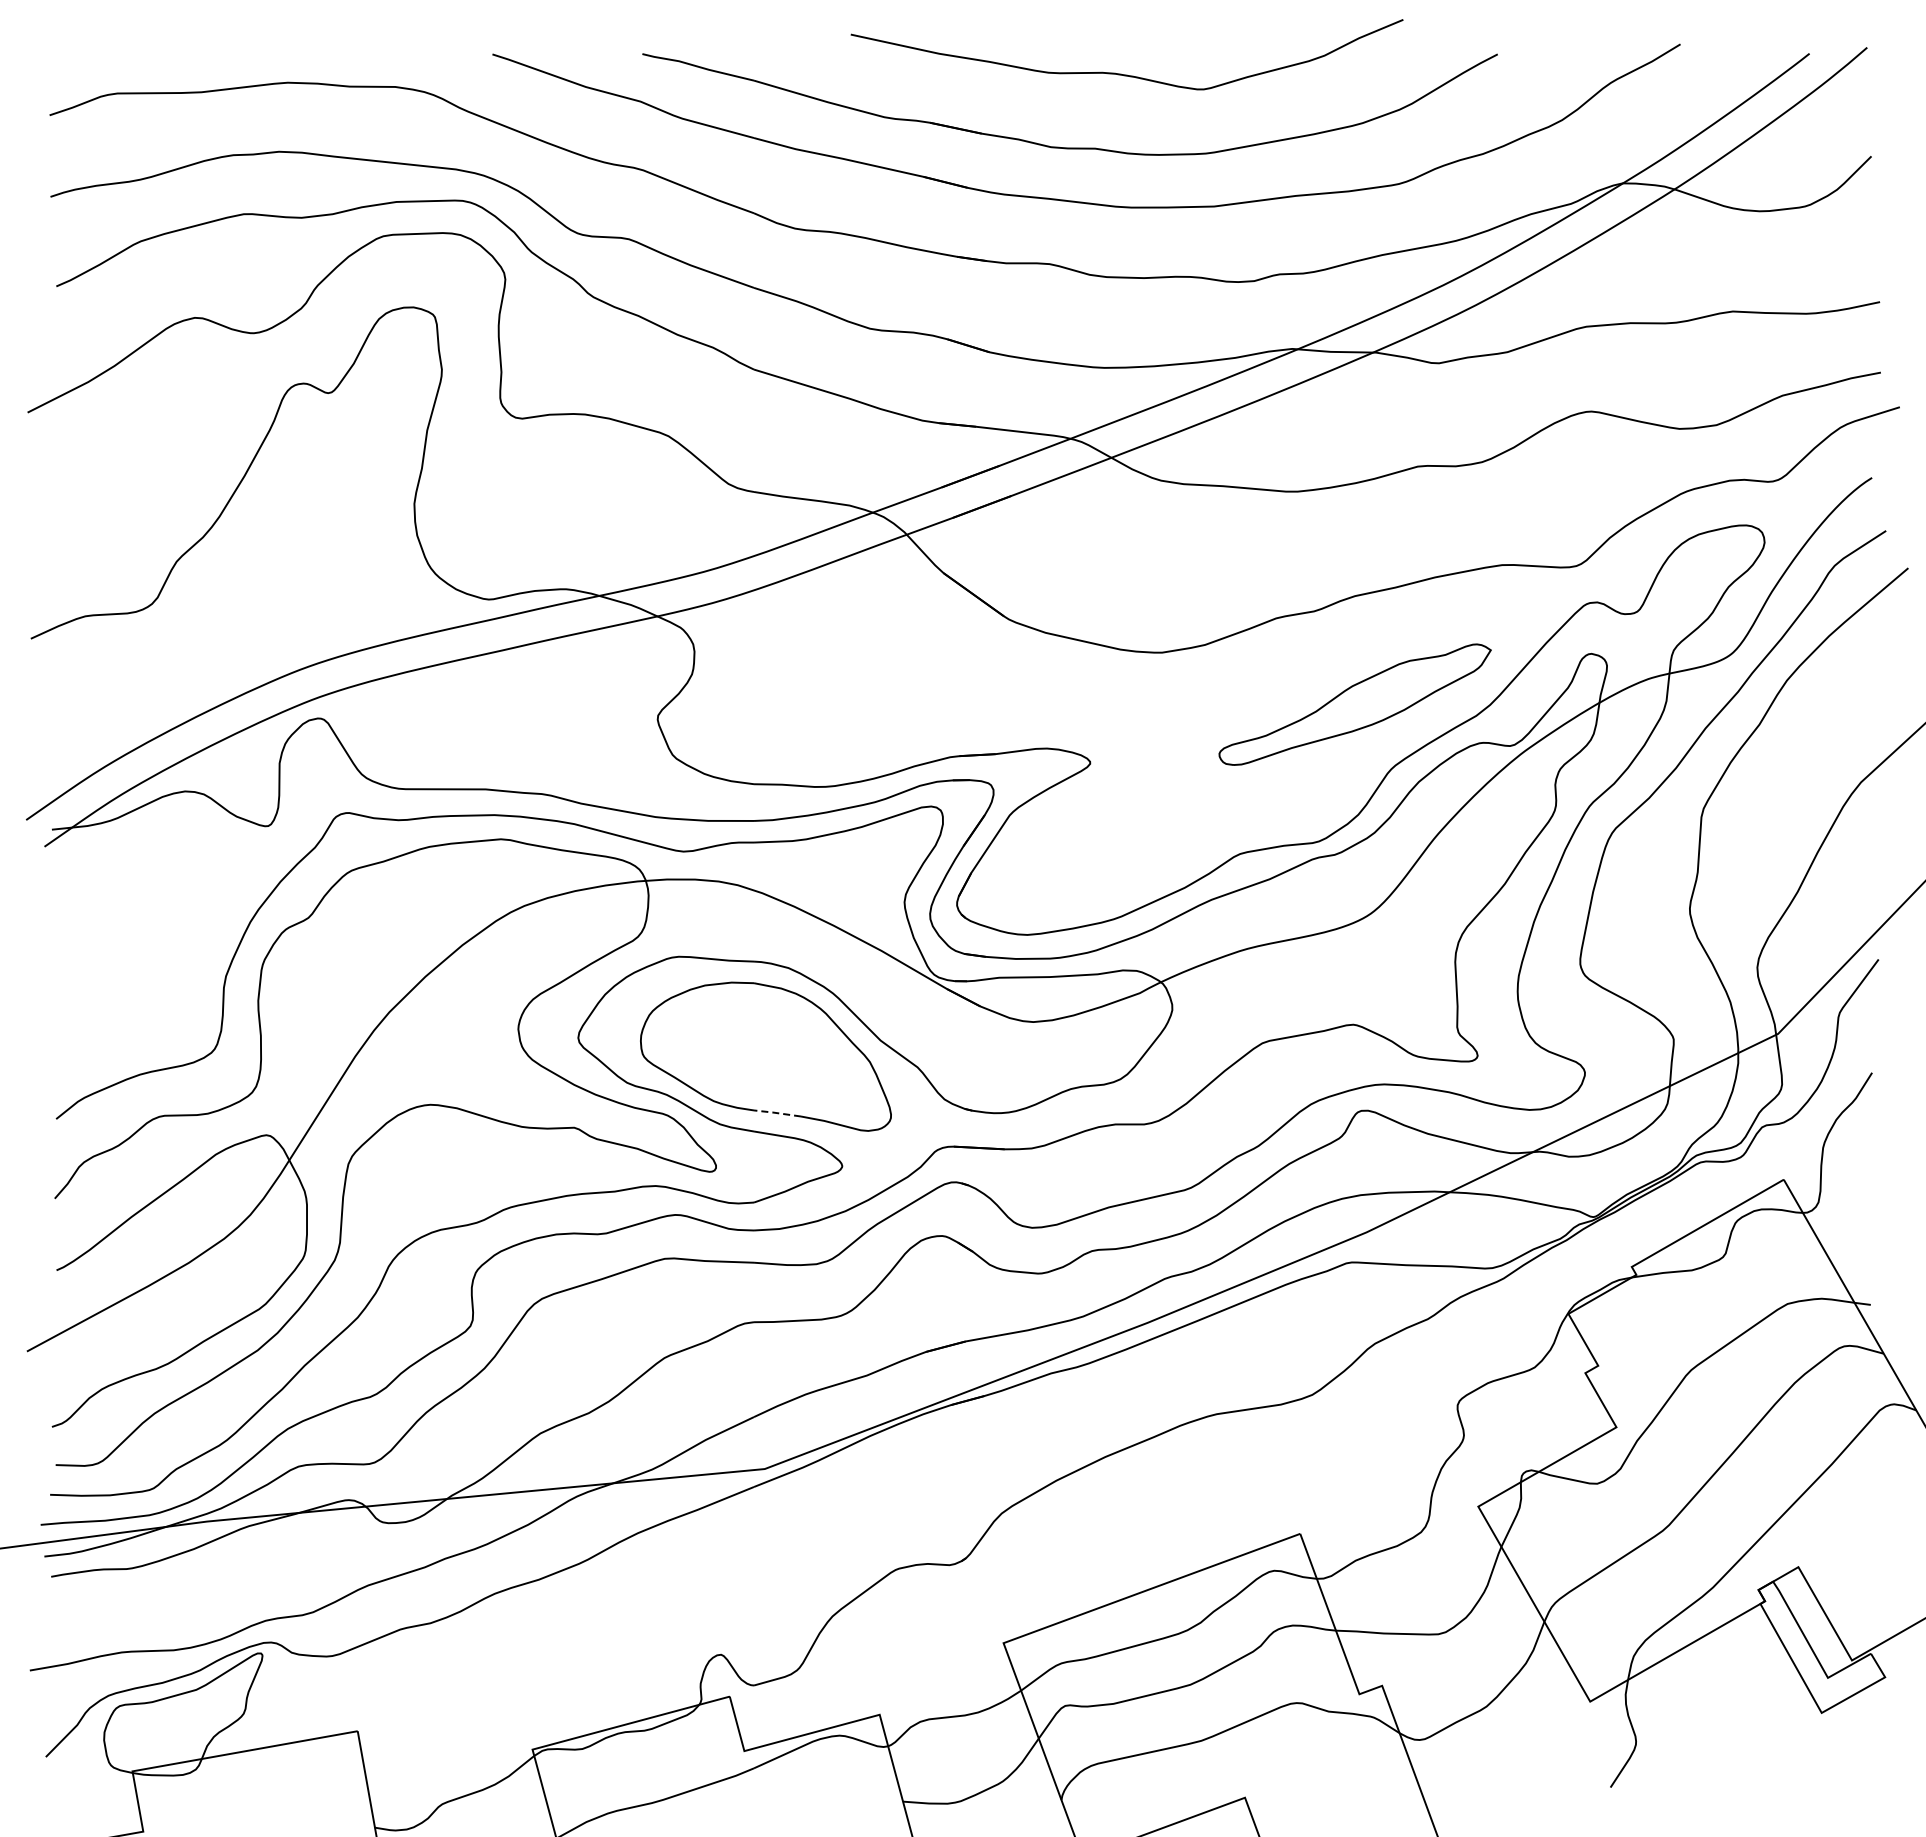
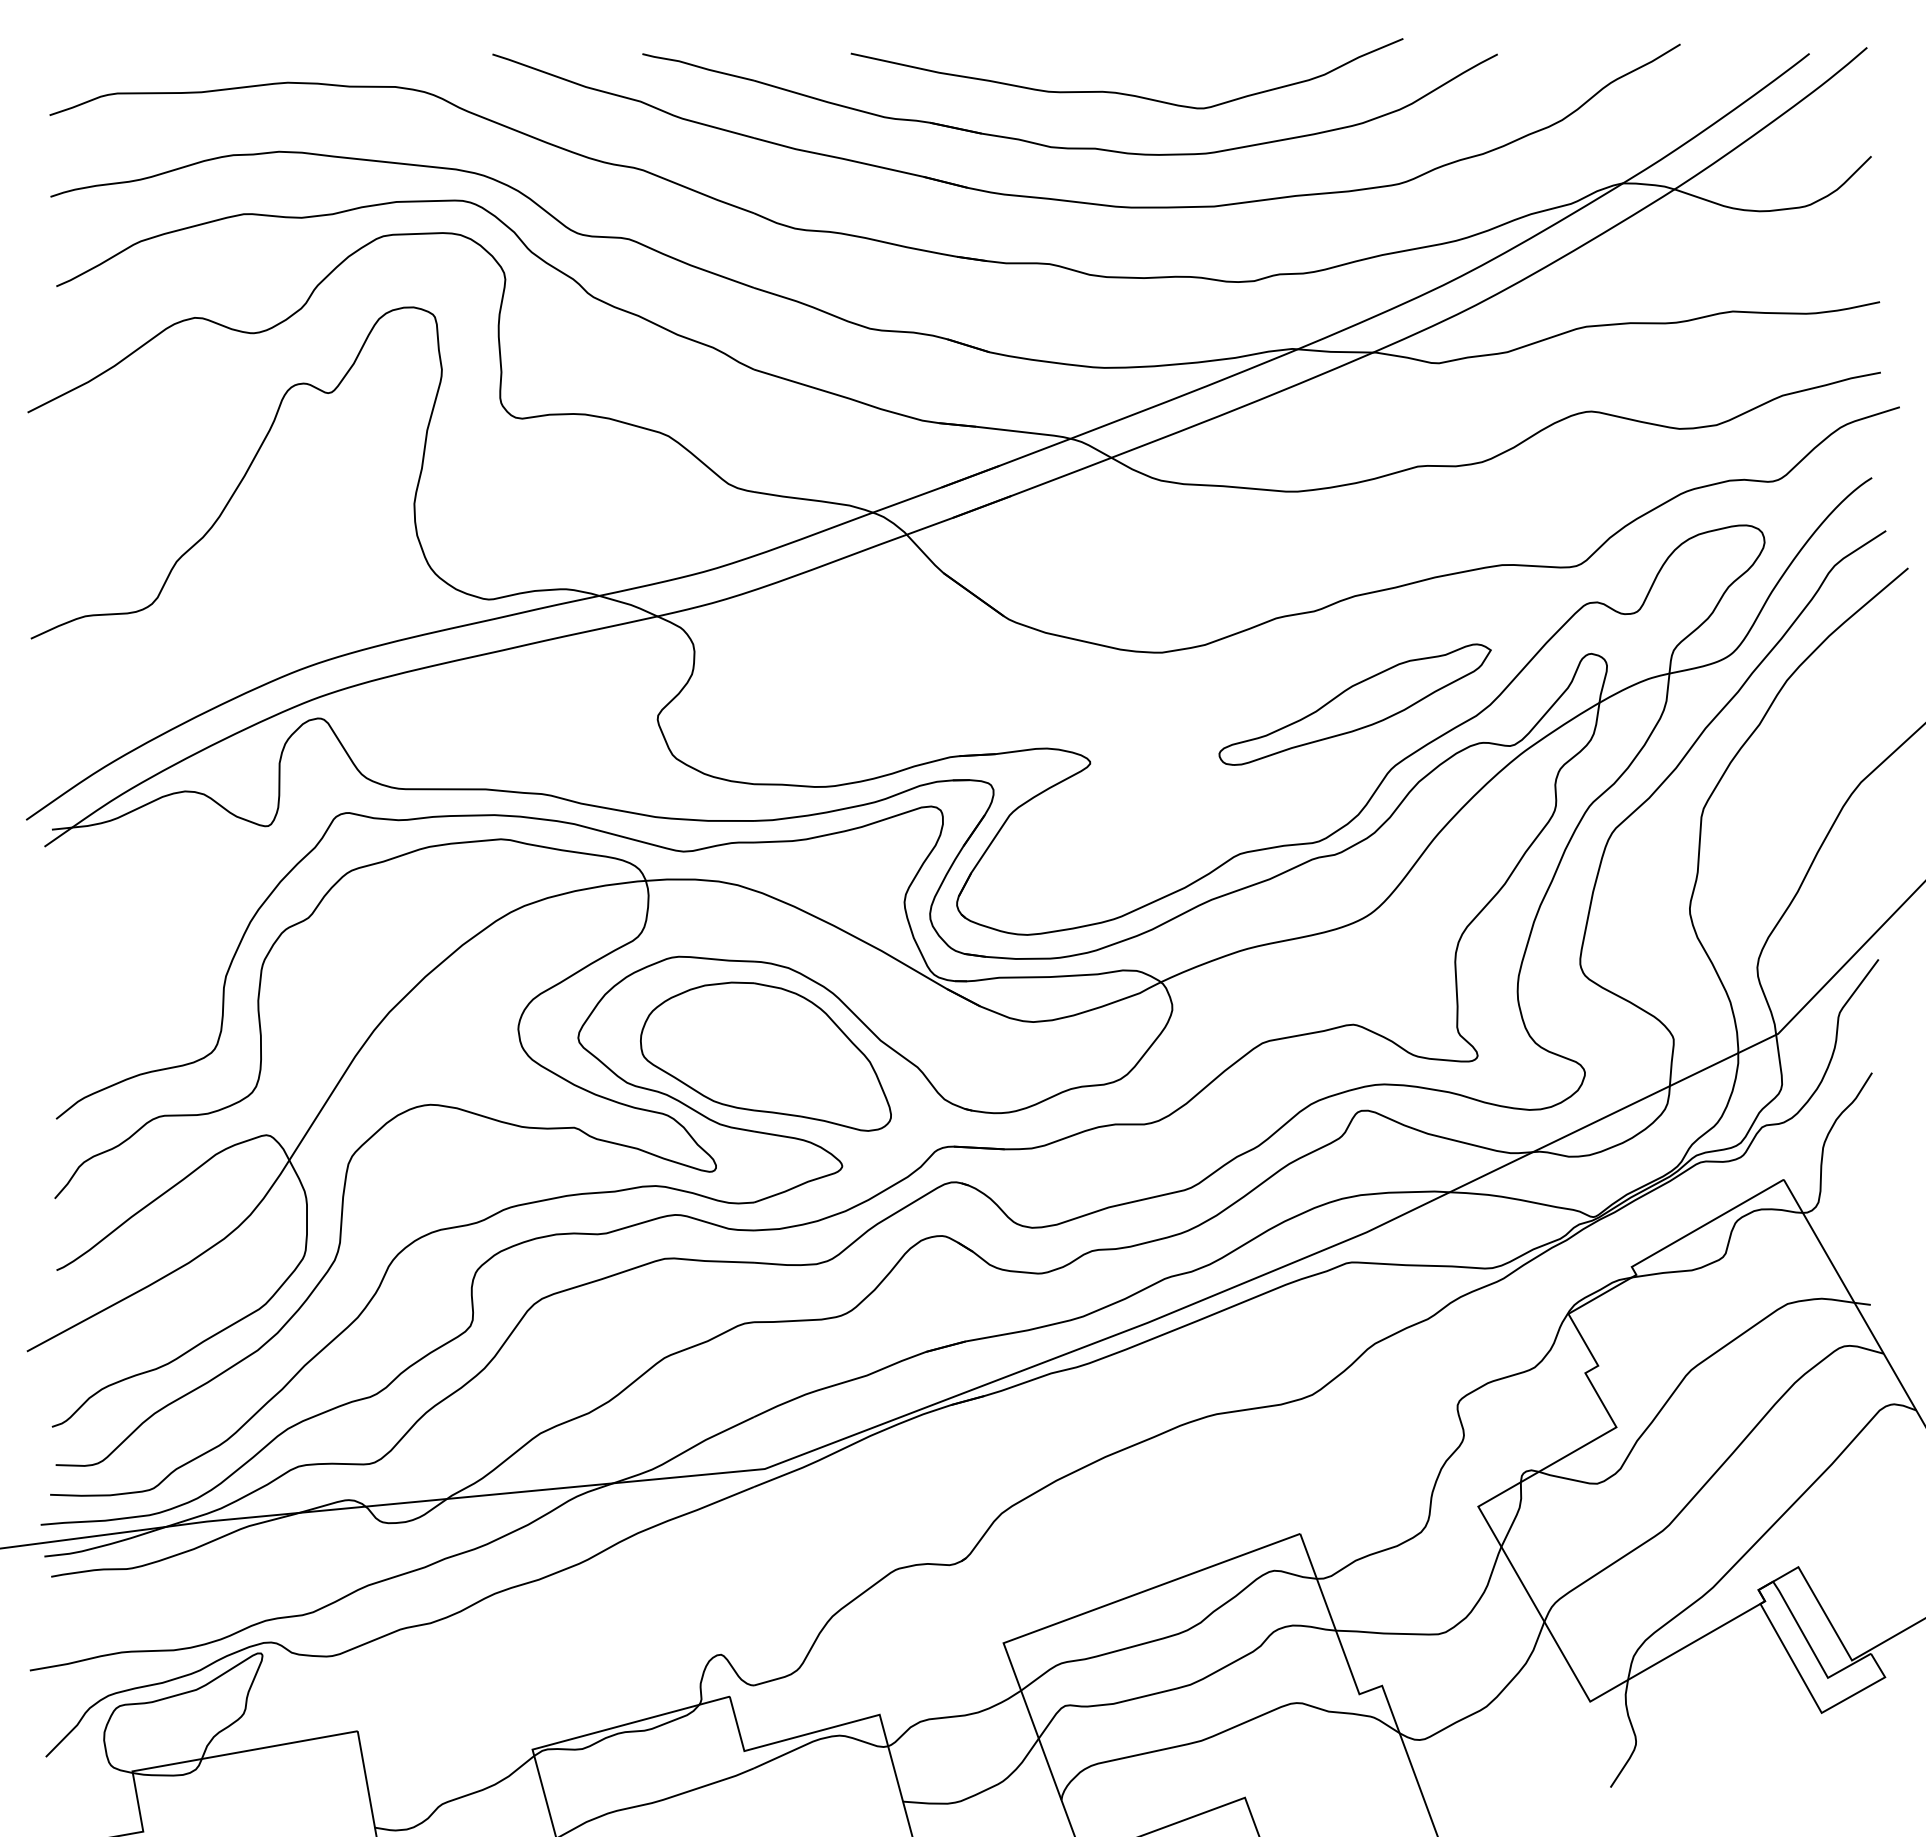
curve at (1121, 73) position: (1121, 73) -> (1121, 92)
line at (776, 1113): dashed -> solid
